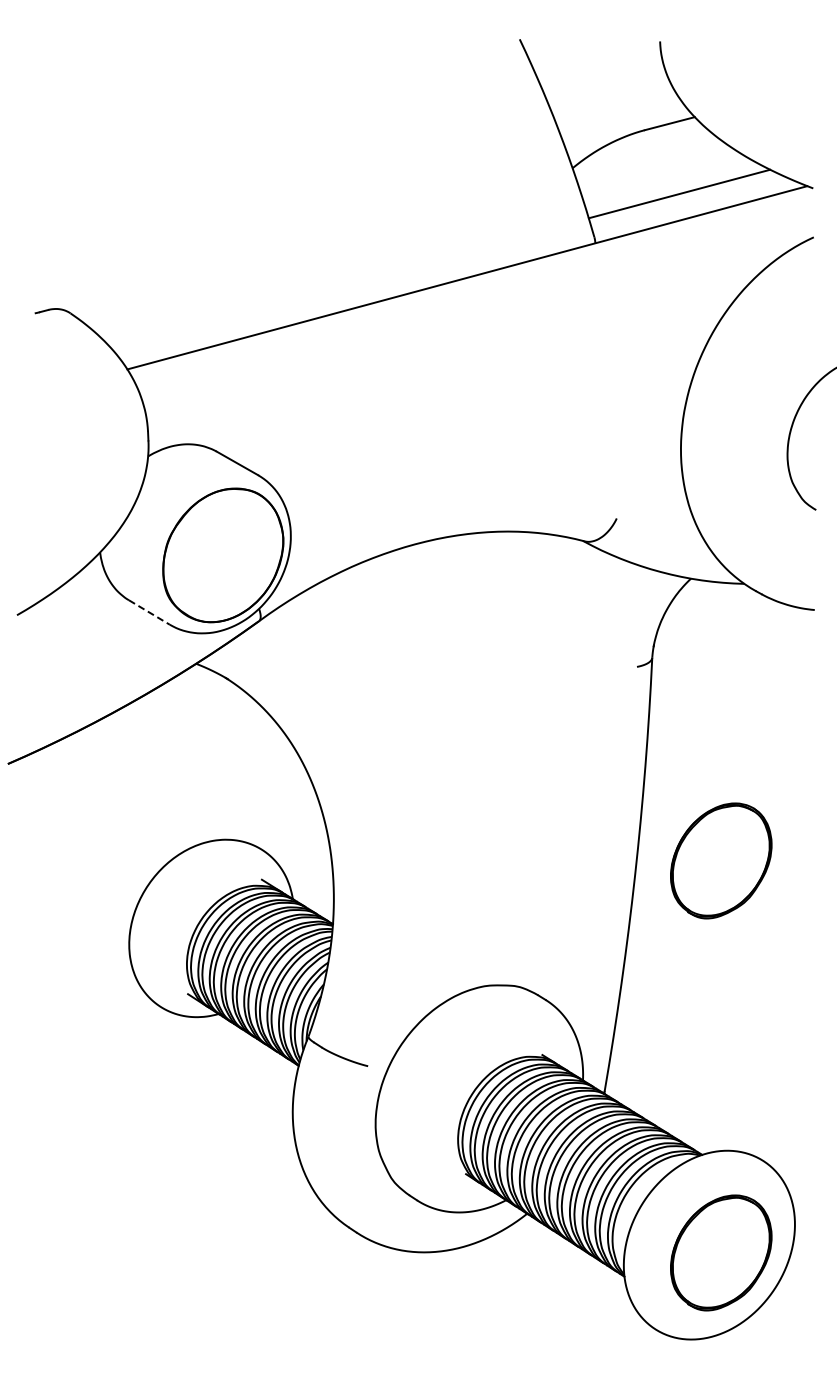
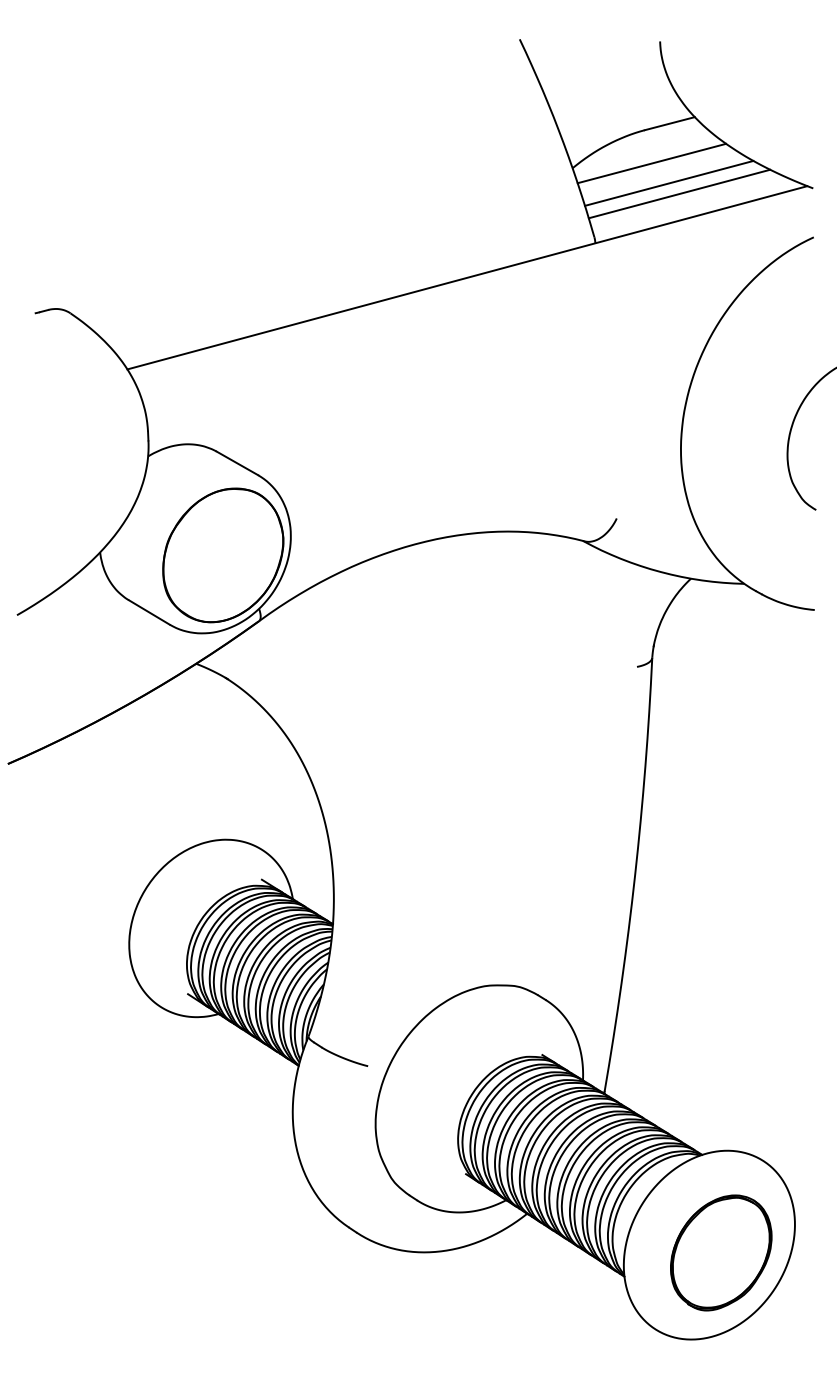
line at (651, 163): none -> present
line at (669, 182): none -> present
line at (149, 612): dashed -> solid
part at (721, 860): present -> none
